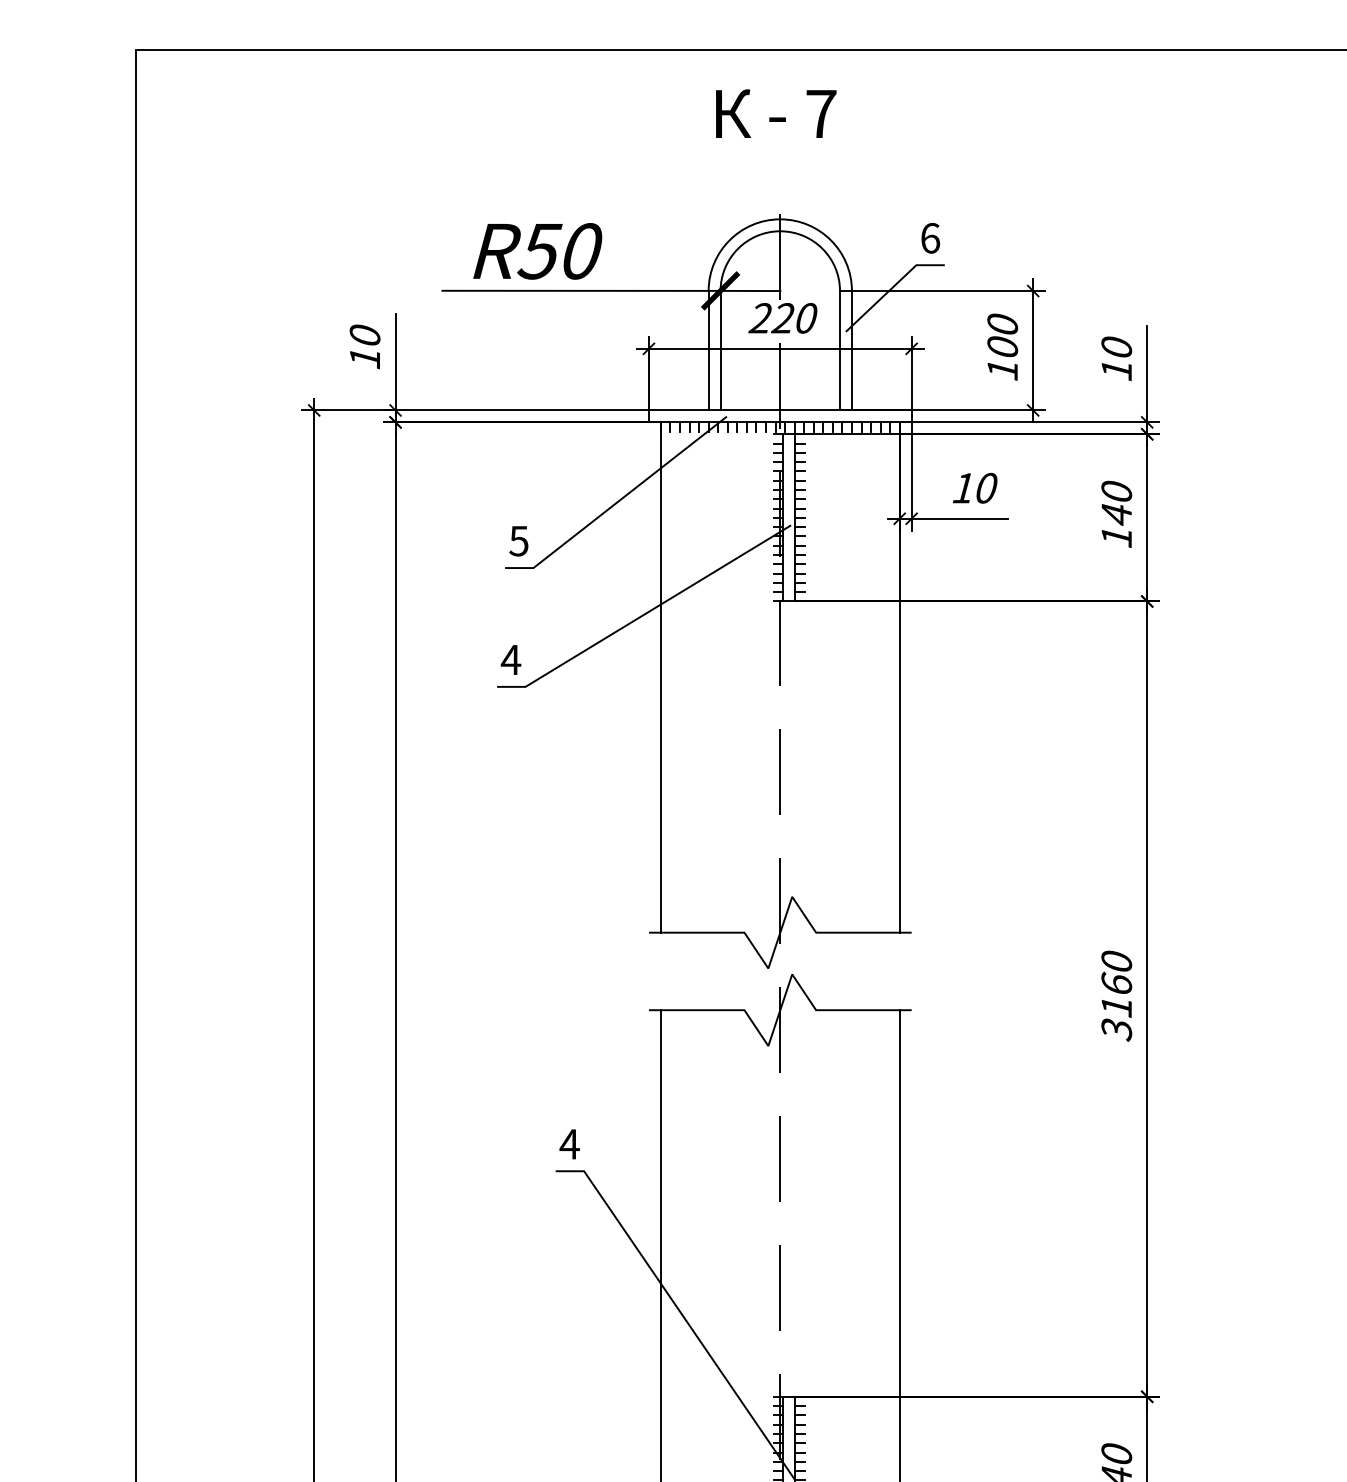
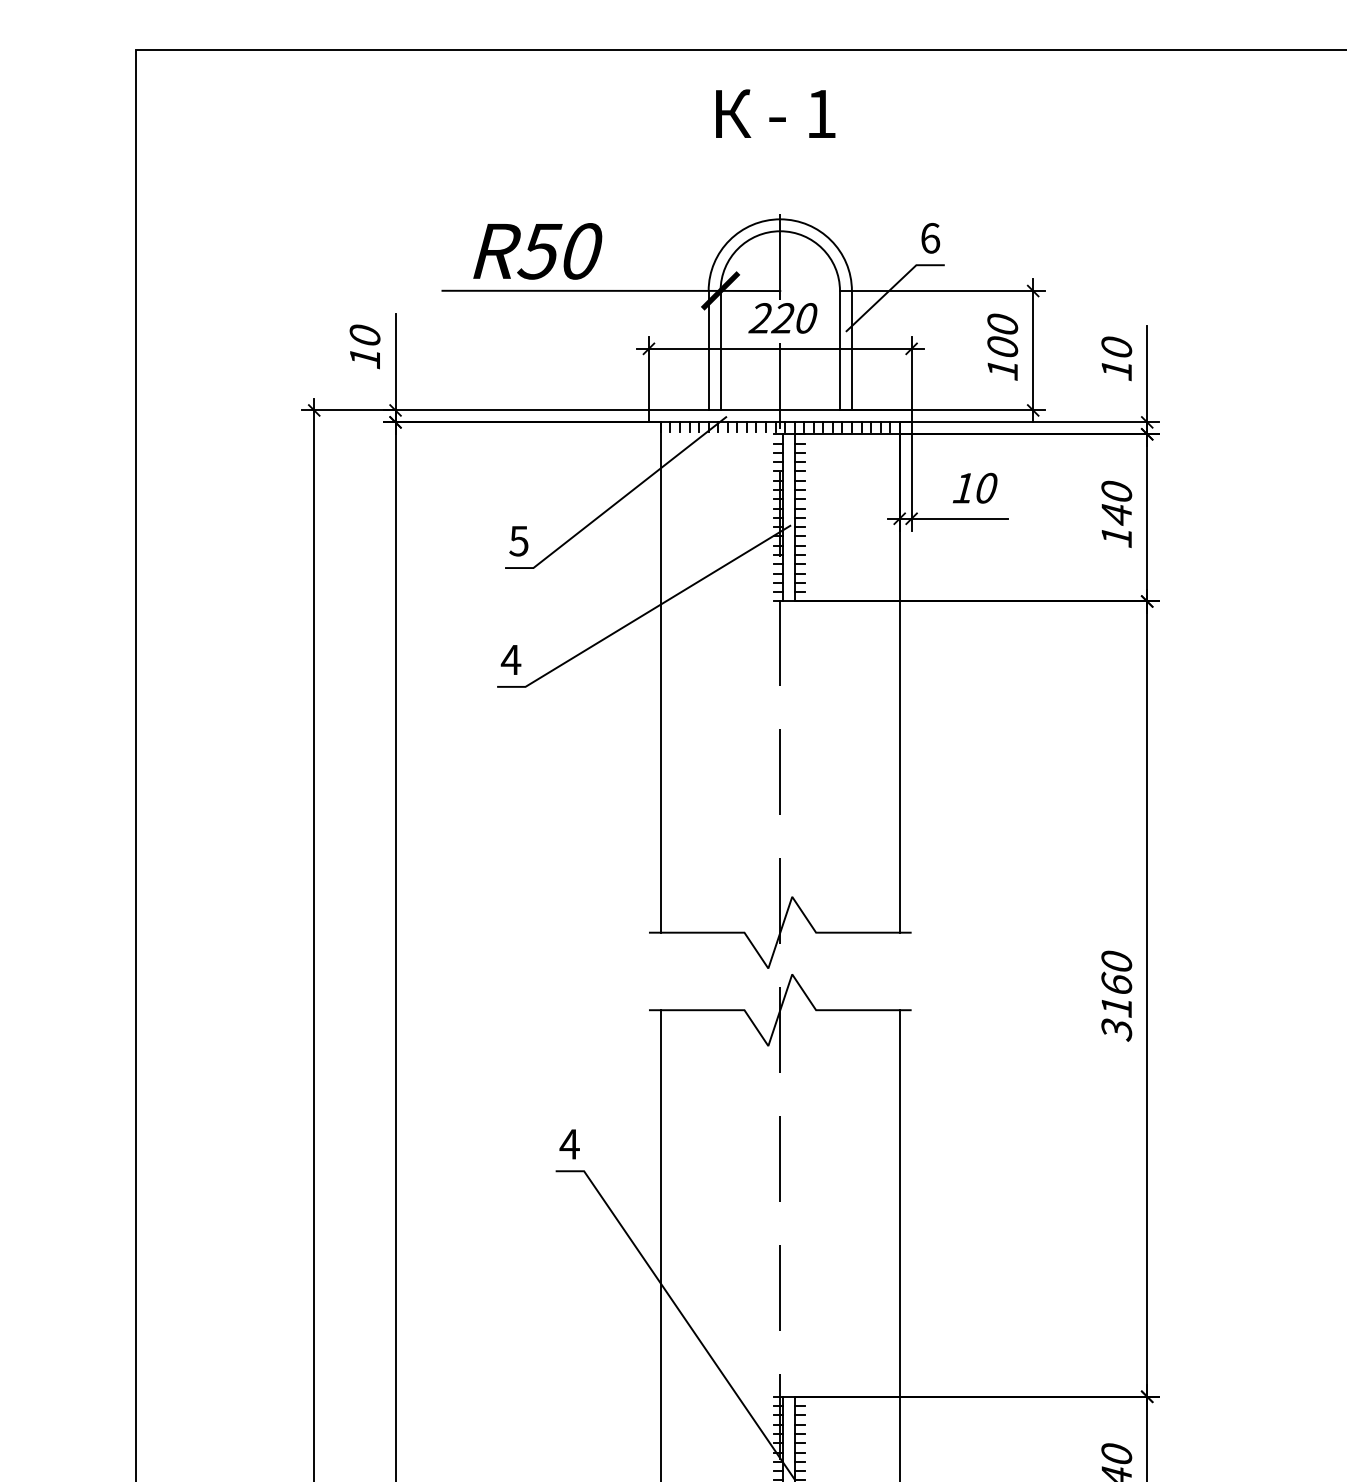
text at (821, 113): 7 -> 1
